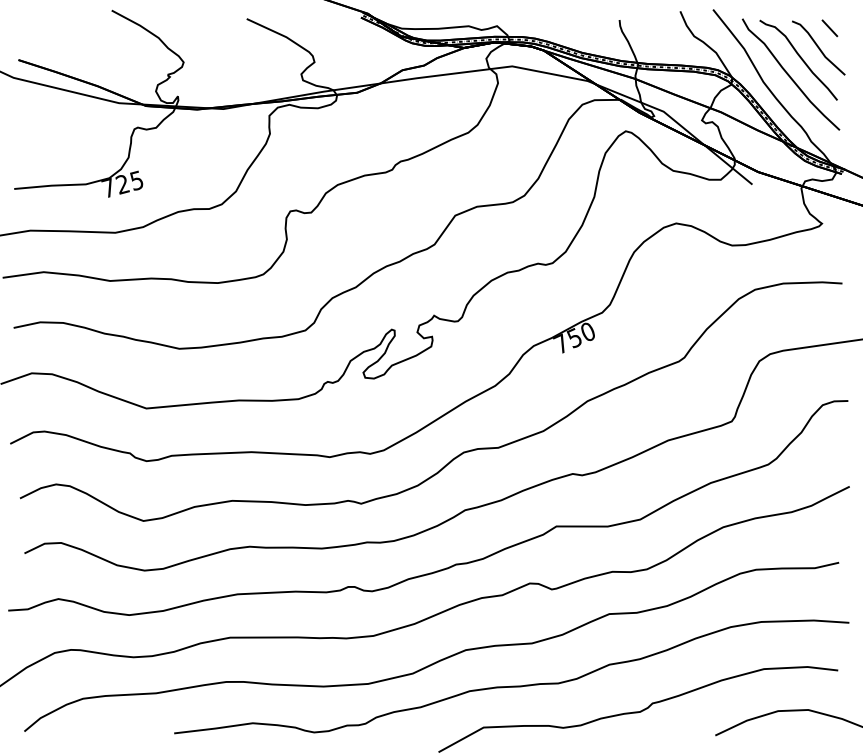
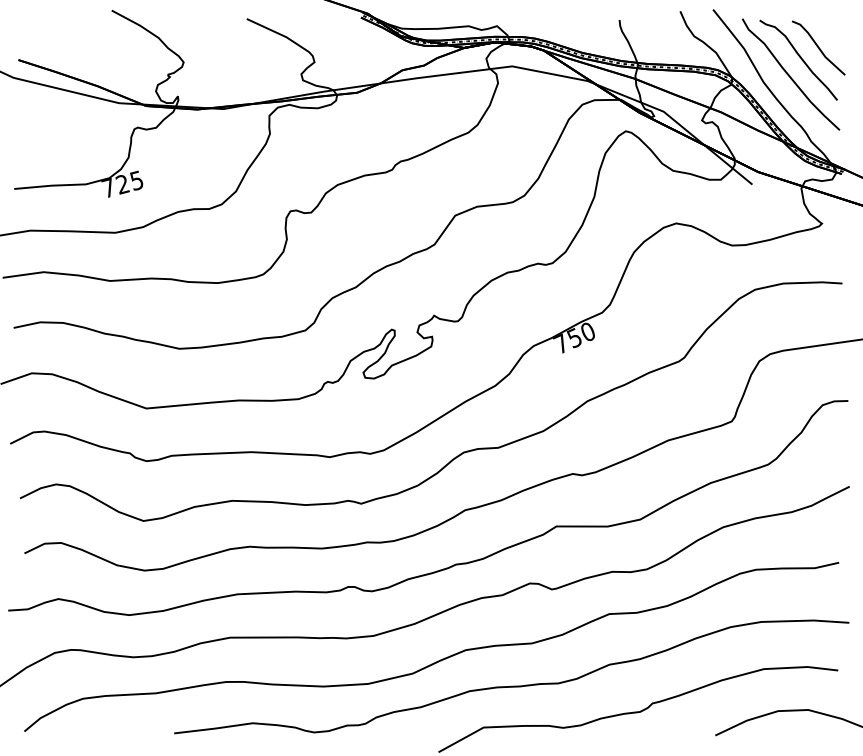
line at (829, 28): present -> none
